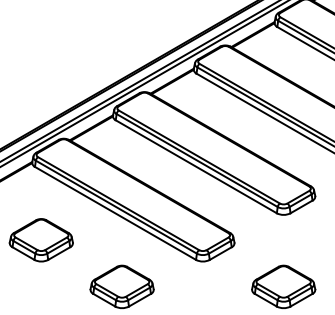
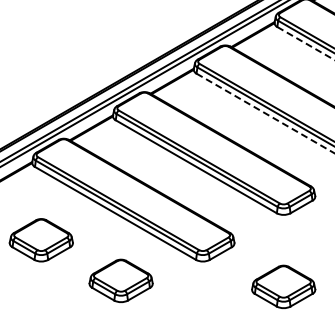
line at (305, 43): solid -> dashed
line at (265, 113): solid -> dashed
part at (121, 286) position: (121, 286) -> (120, 280)
